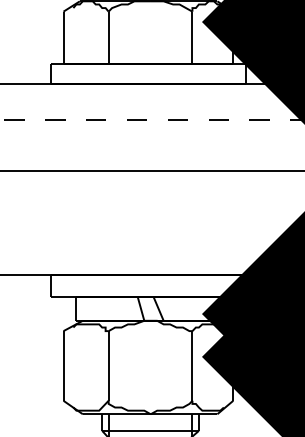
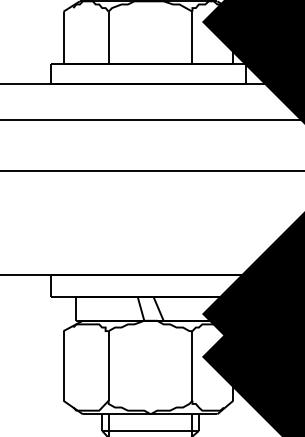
line at (152, 120): dashed -> solid
